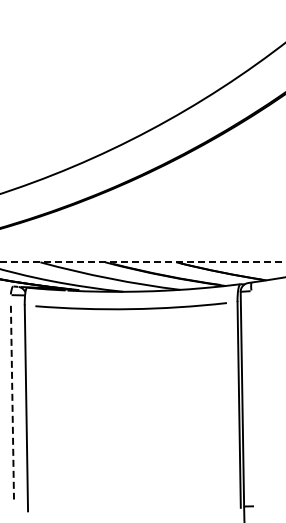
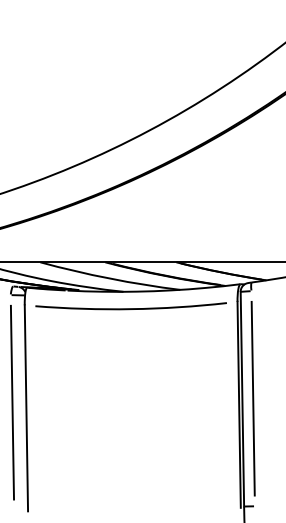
line at (143, 262): dashed -> solid
line at (252, 398): none -> present
line at (12, 402): dashed -> solid
